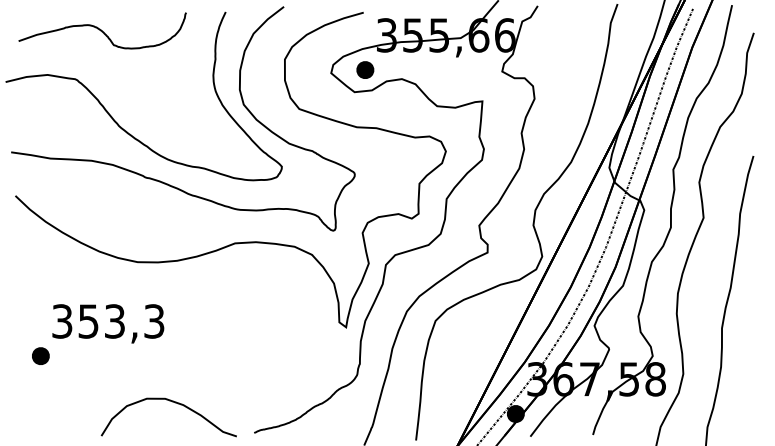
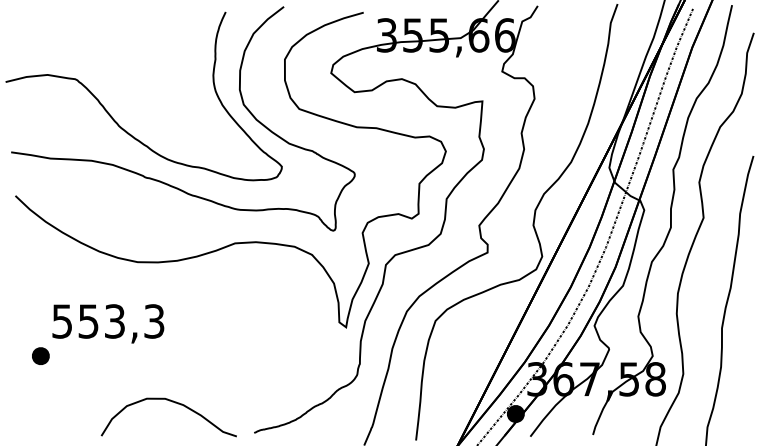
curve at (102, 30): present -> none
part at (365, 69): present -> none
text at (62, 321): 353,3 -> 553,3
